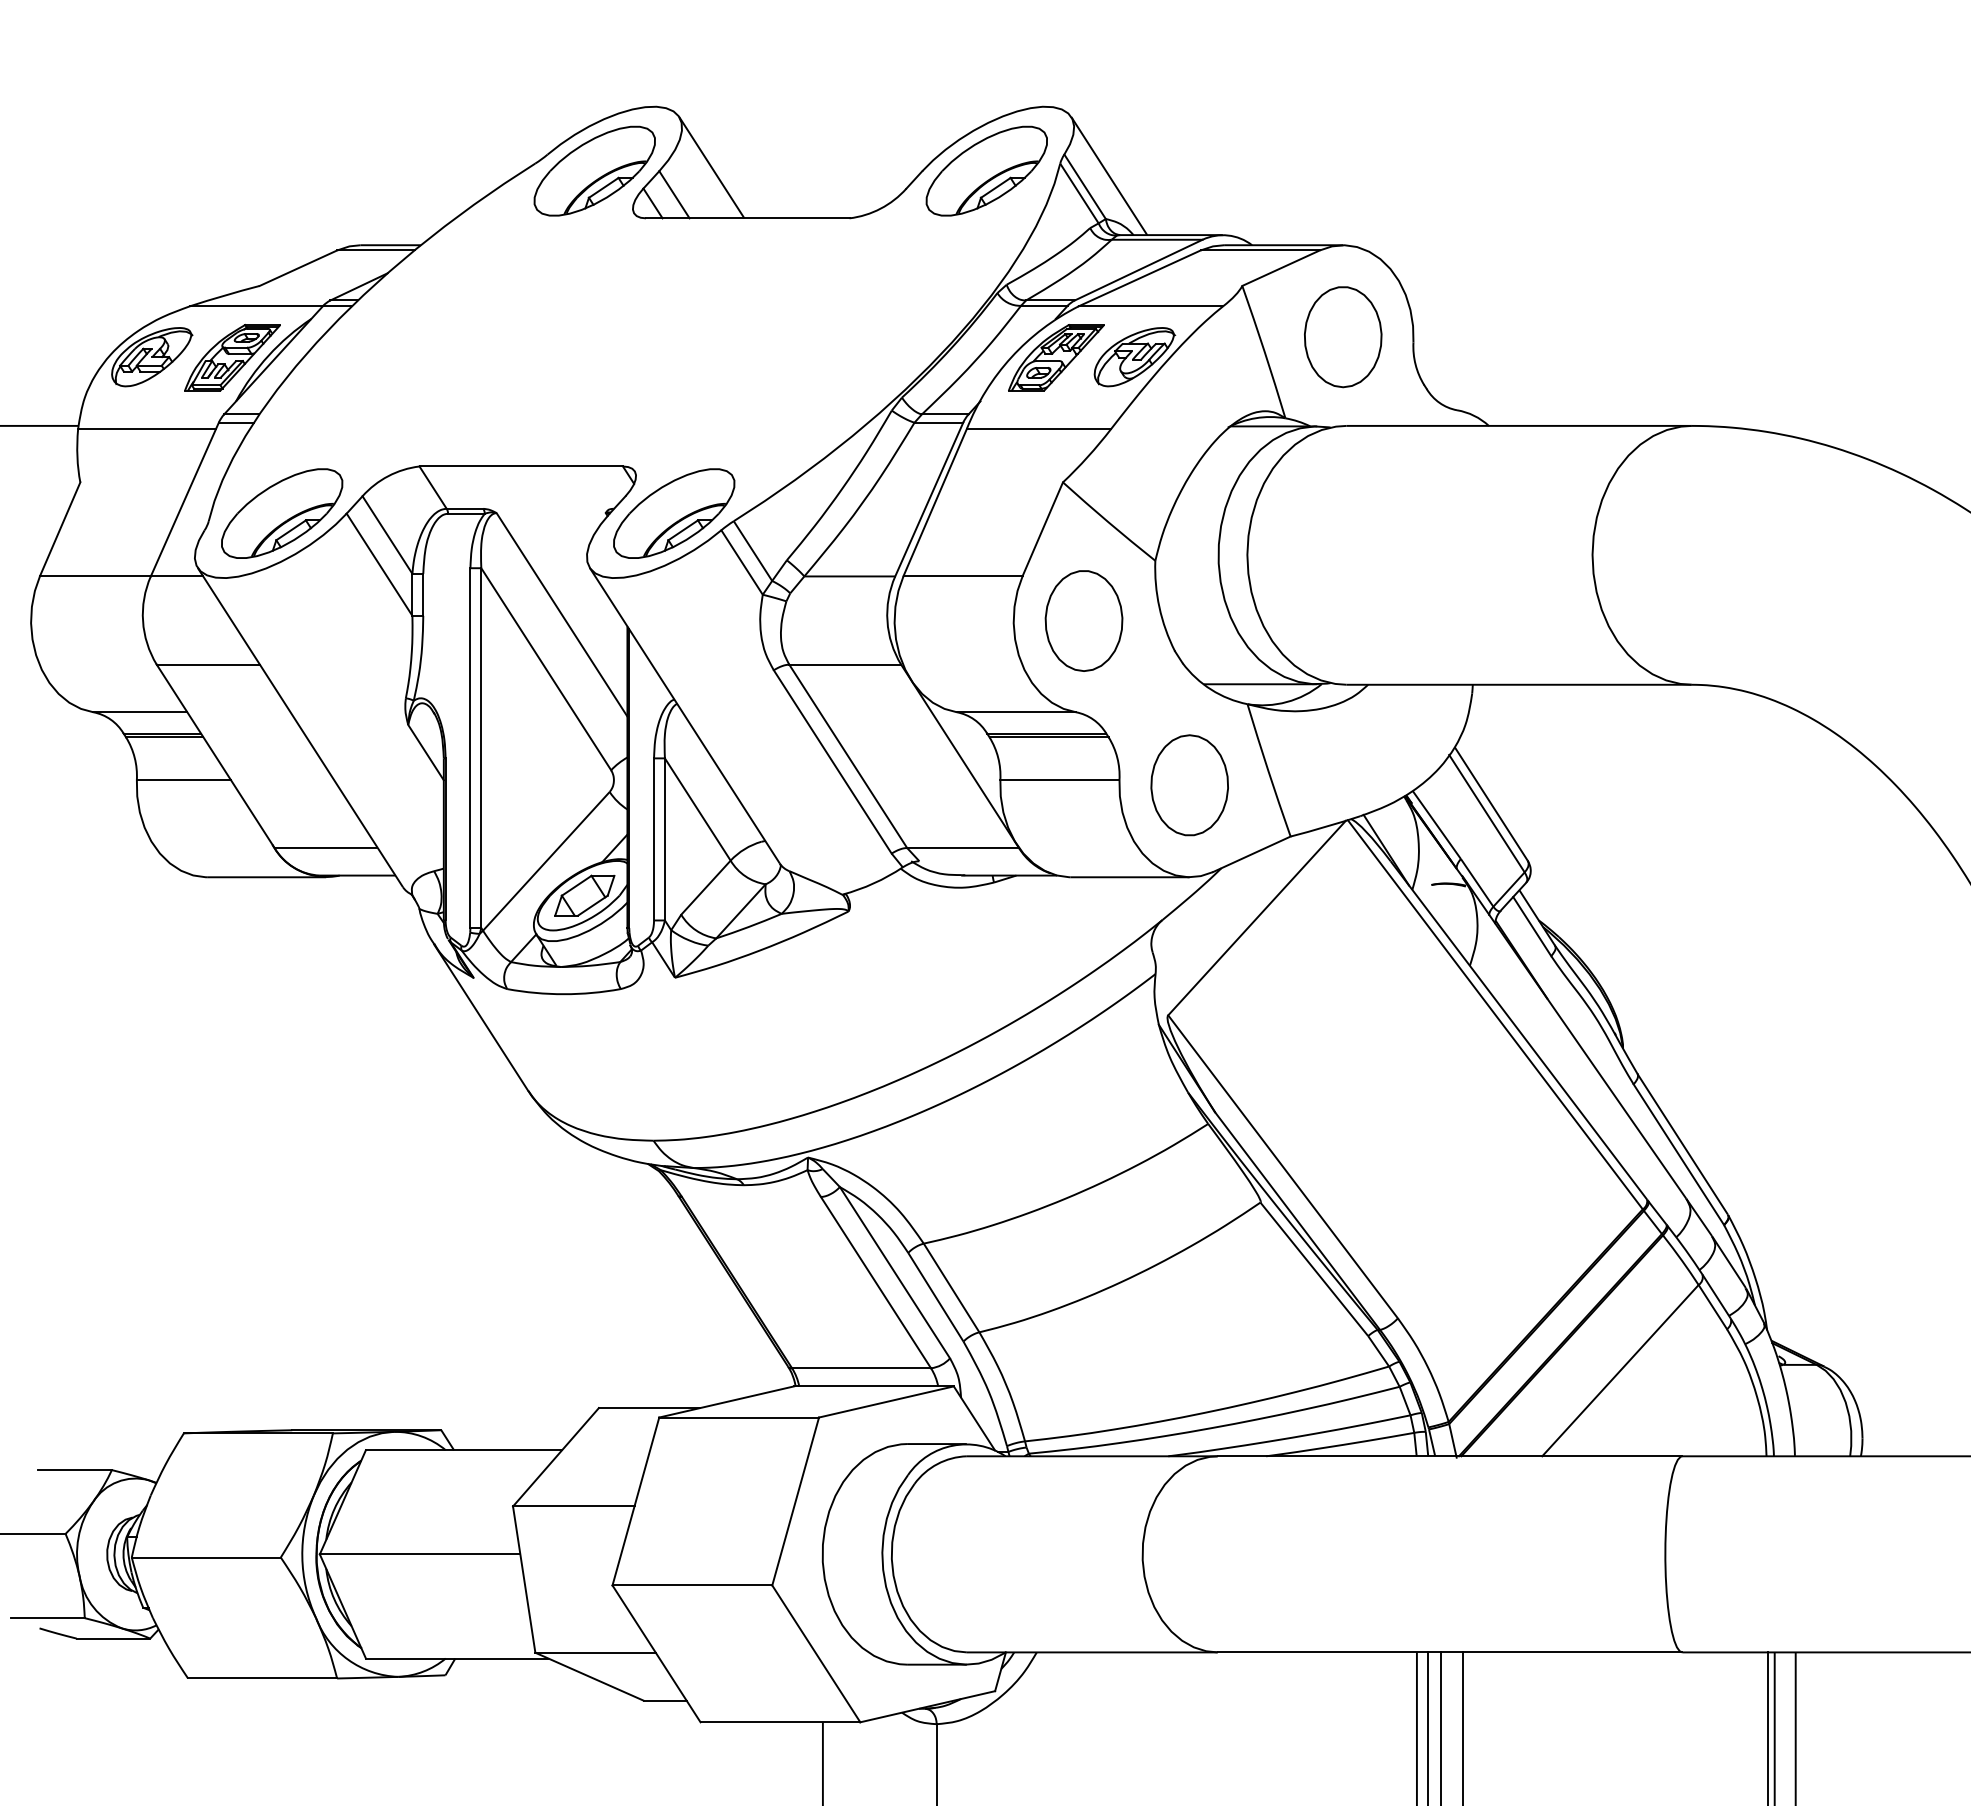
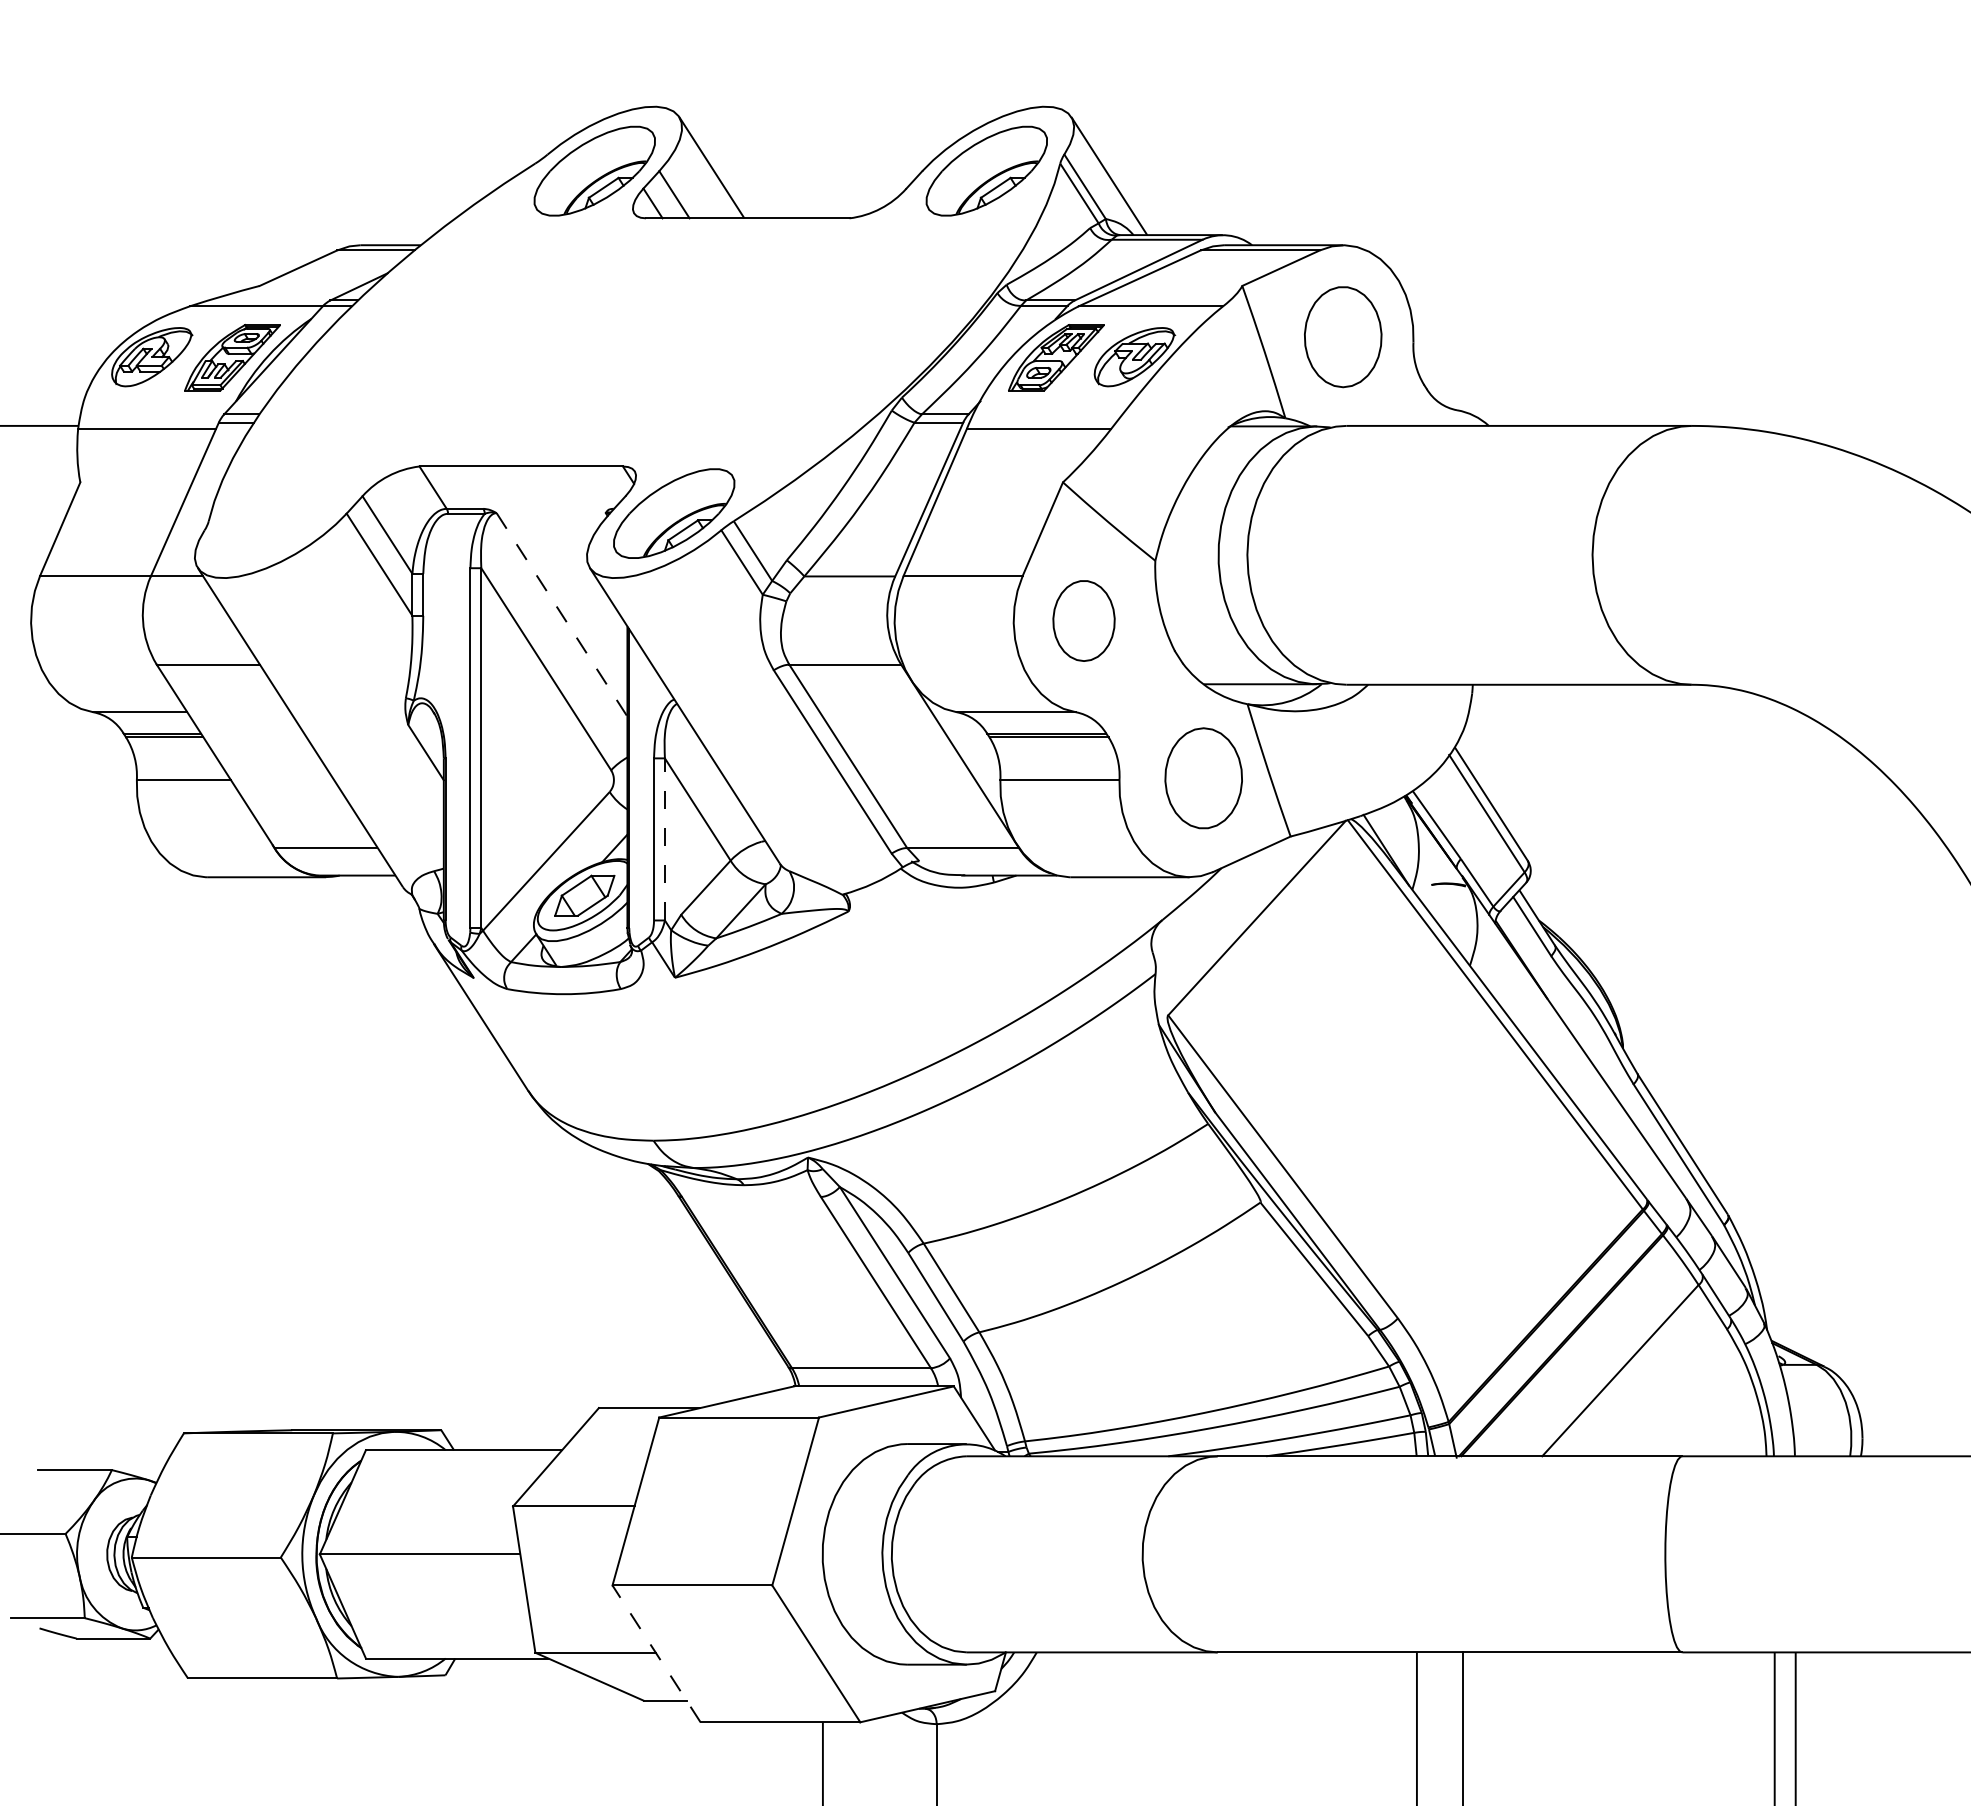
part at (282, 513): present -> none
line at (562, 614): solid -> dashed
part at (1083, 620) size: 80x102 px -> 64x82 px
part at (1189, 785) position: (1189, 785) -> (1203, 778)
line at (664, 838): solid -> dashed
line at (656, 1653): solid -> dashed
line at (1428, 1727): present -> none
line at (1441, 1727): present -> none
line at (1767, 1727): present -> none
